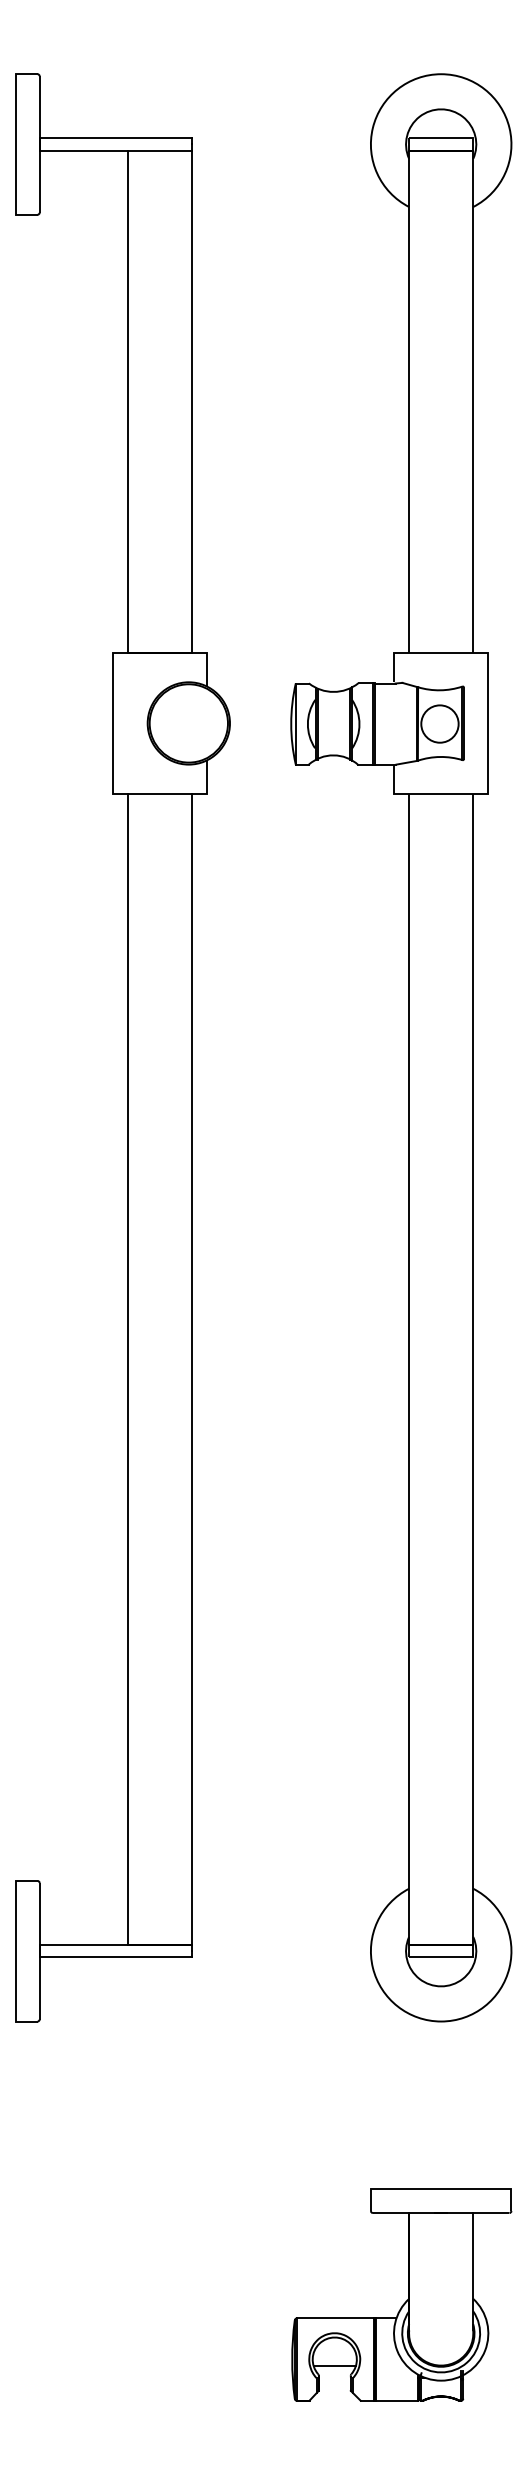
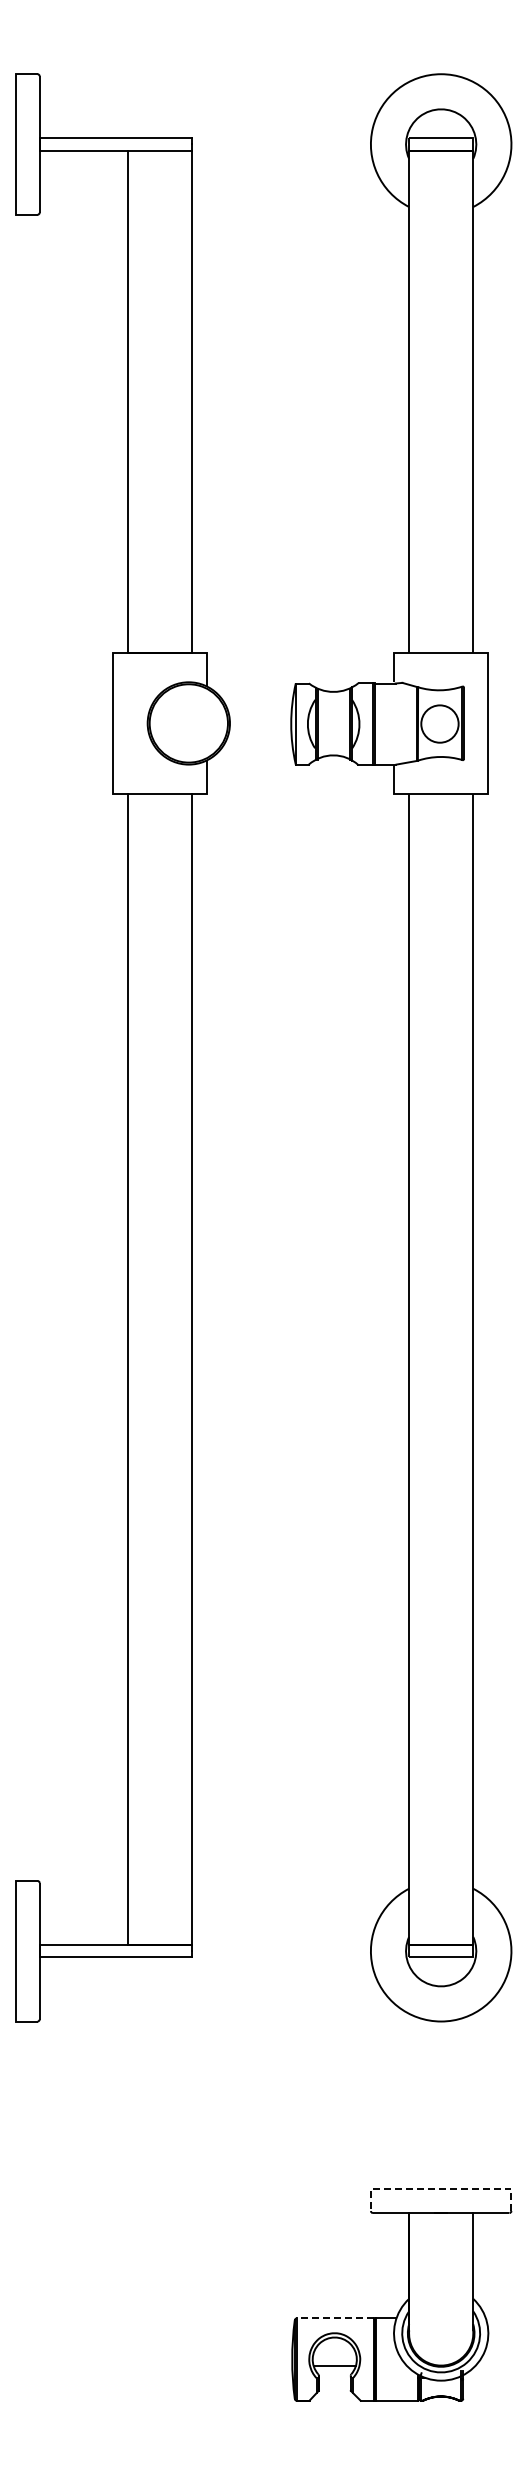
line at (440, 2188): solid -> dashed
line at (335, 2318): solid -> dashed
